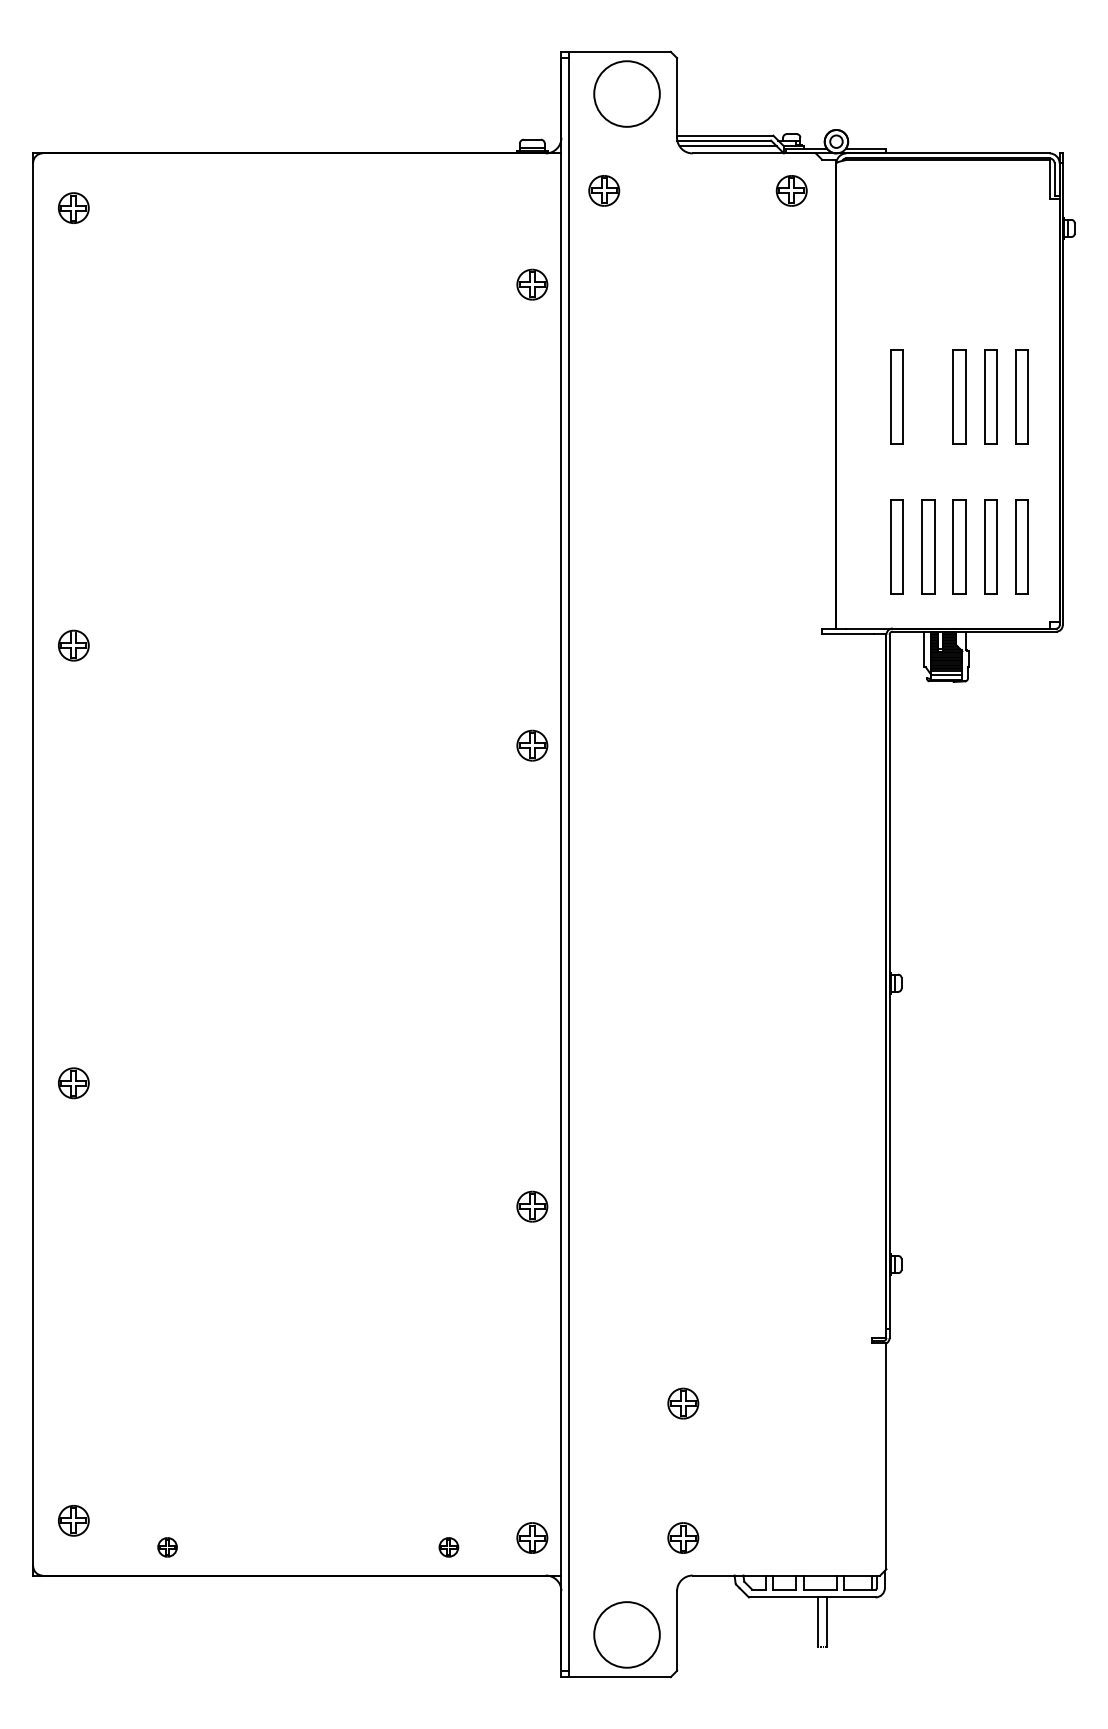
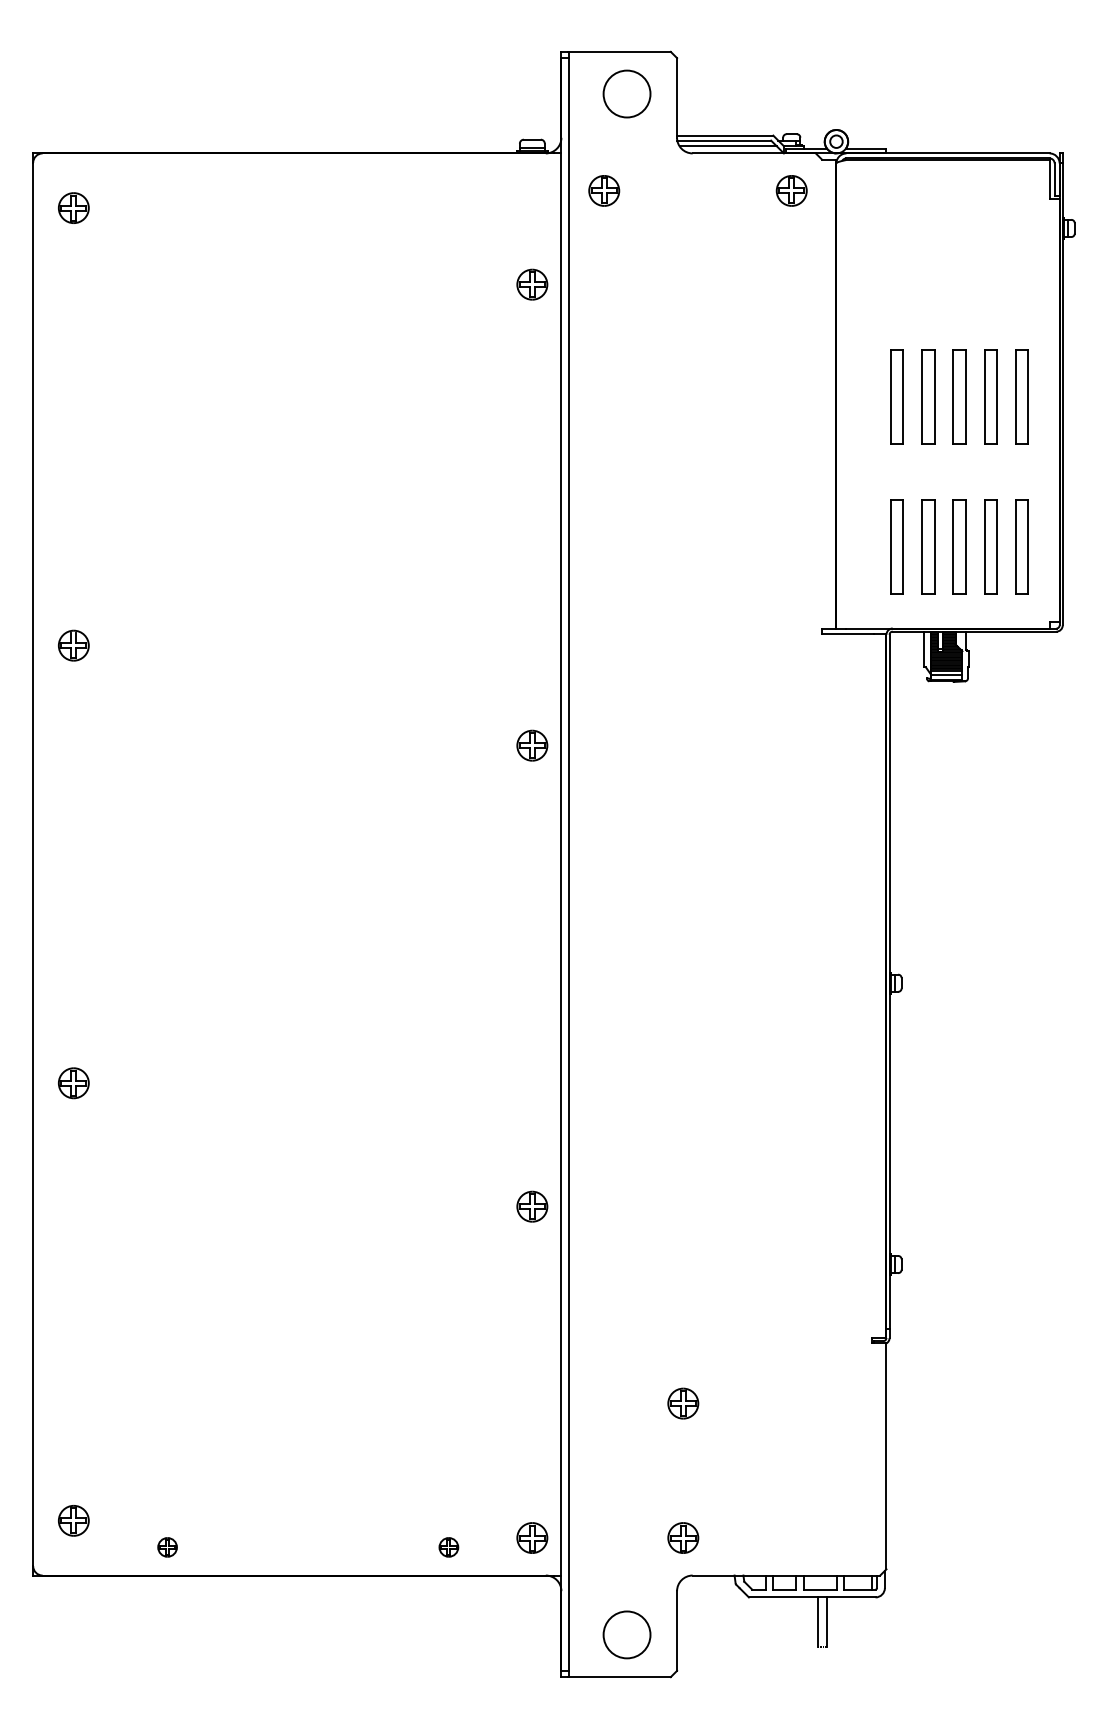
circle at (626, 93) diameter: 66 px -> 47 px
part at (928, 396): none -> present
circle at (626, 1634) diameter: 66 px -> 47 px
